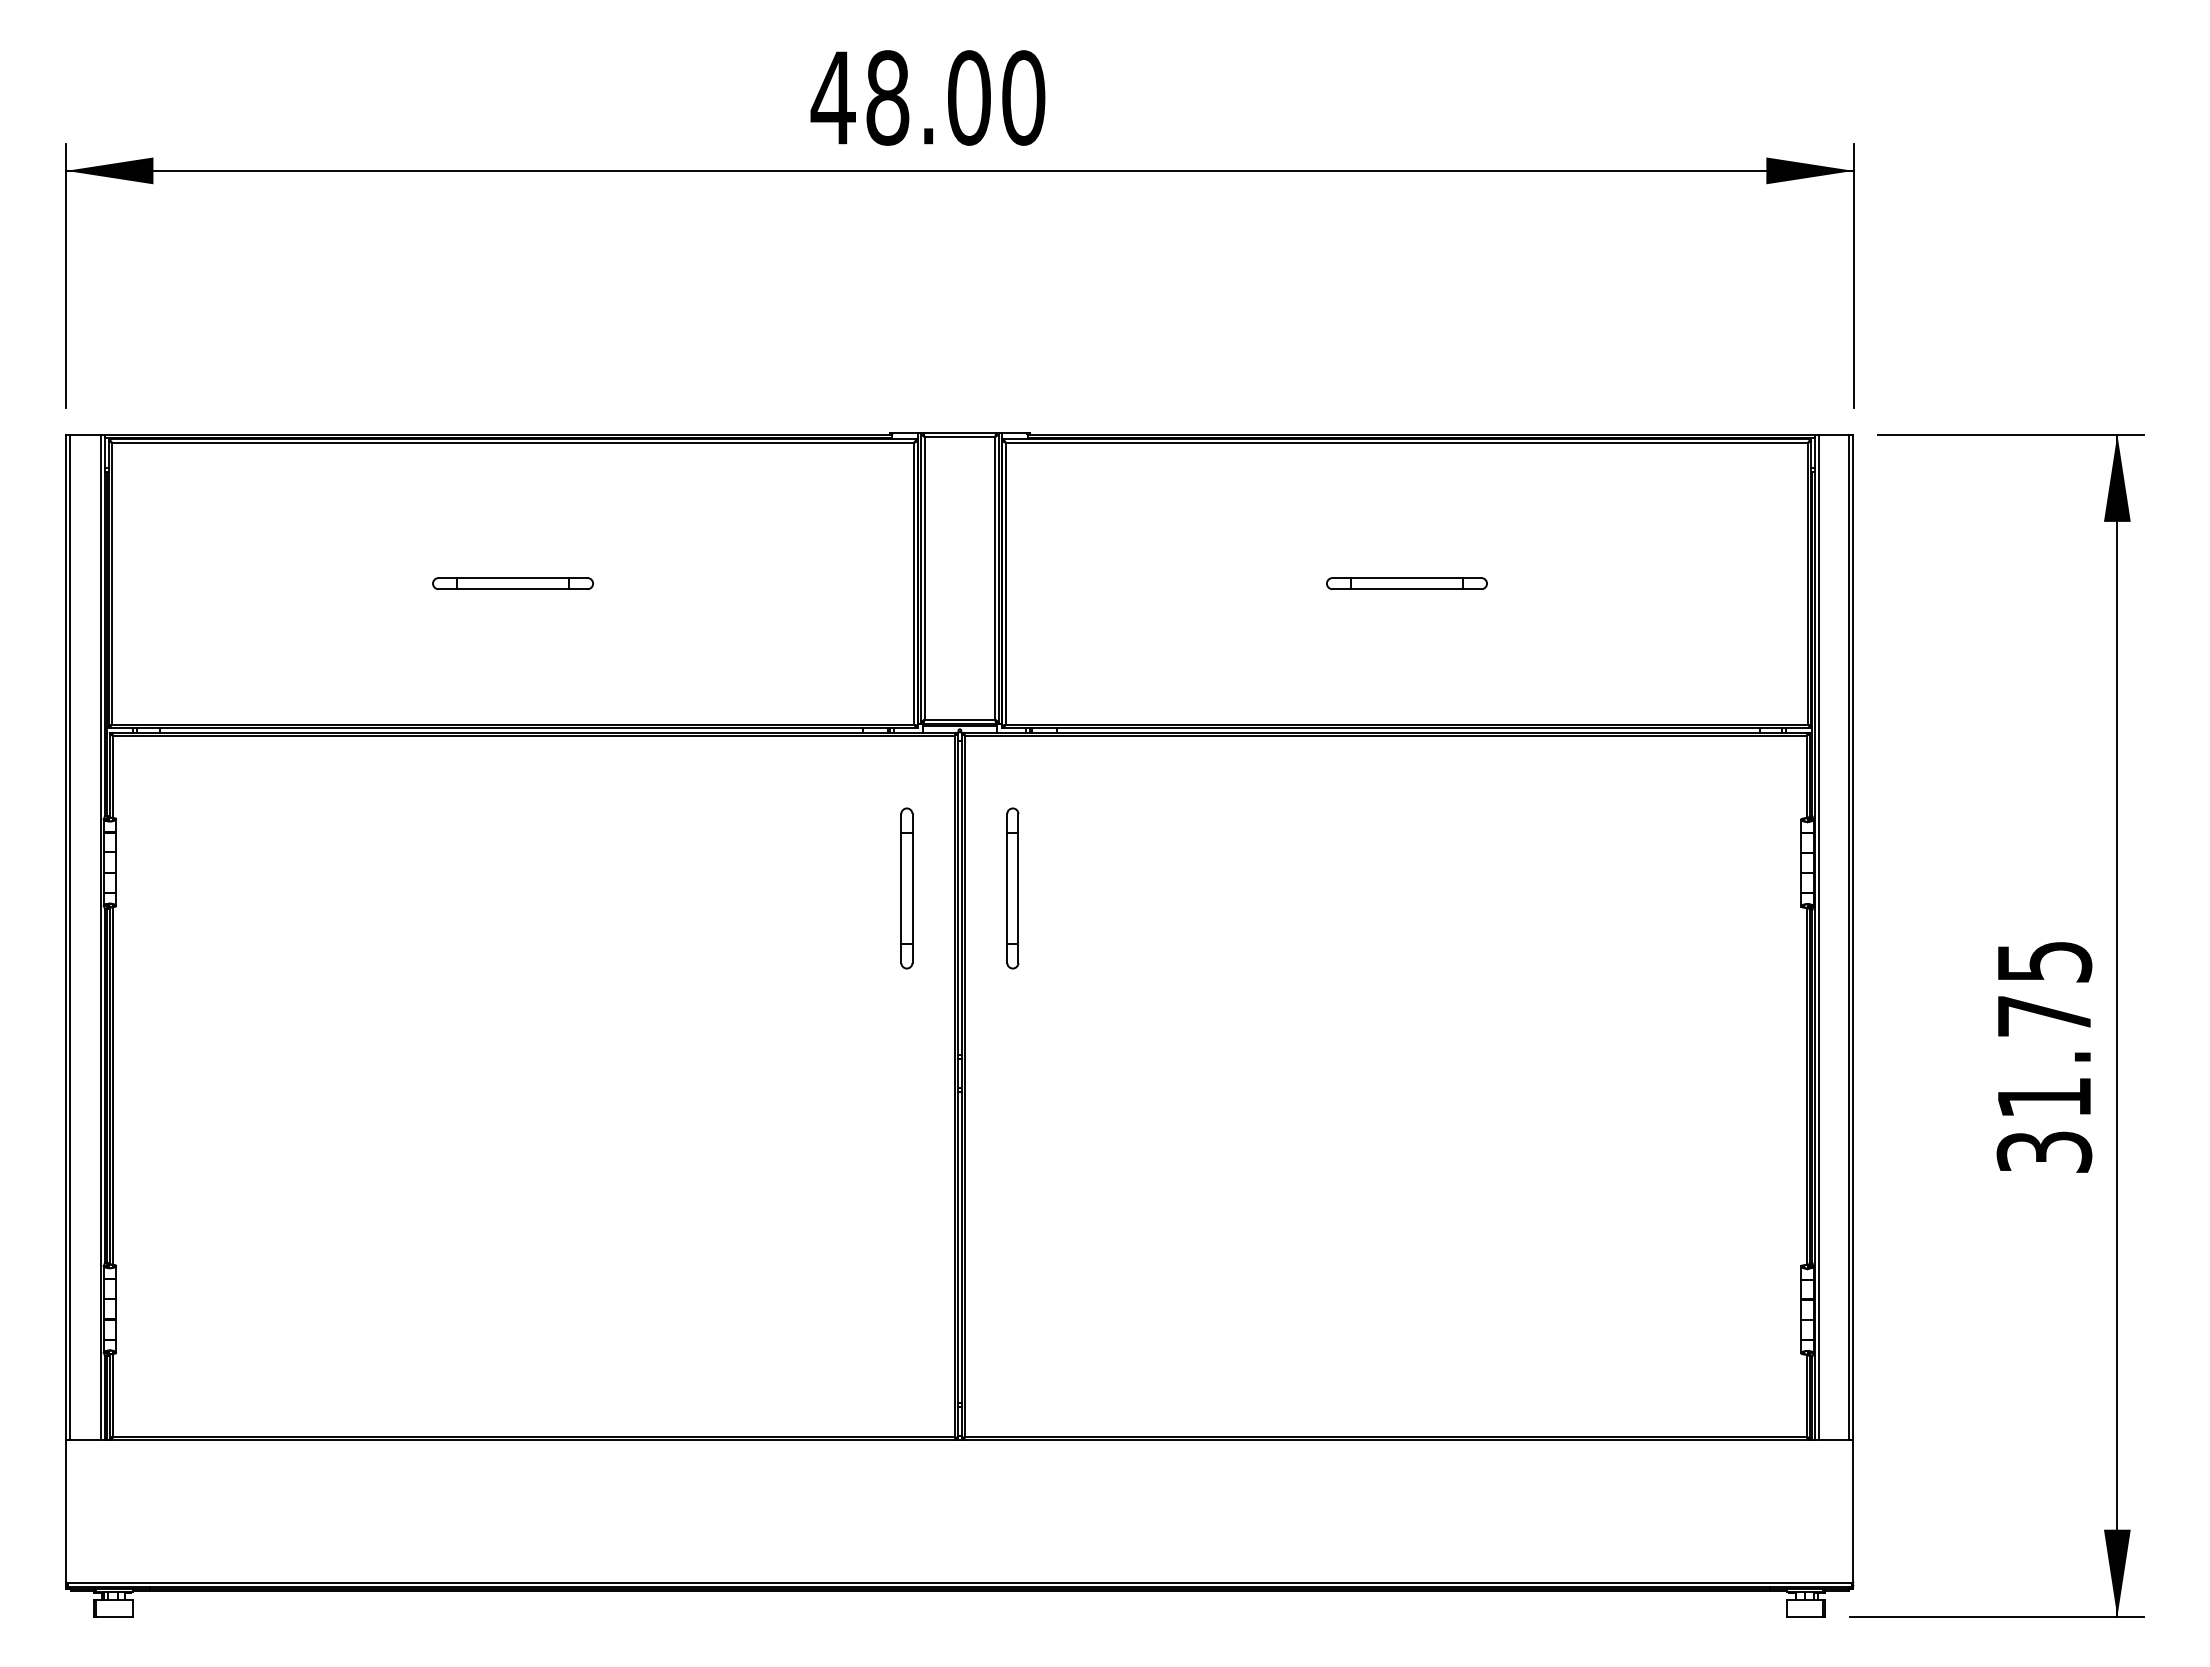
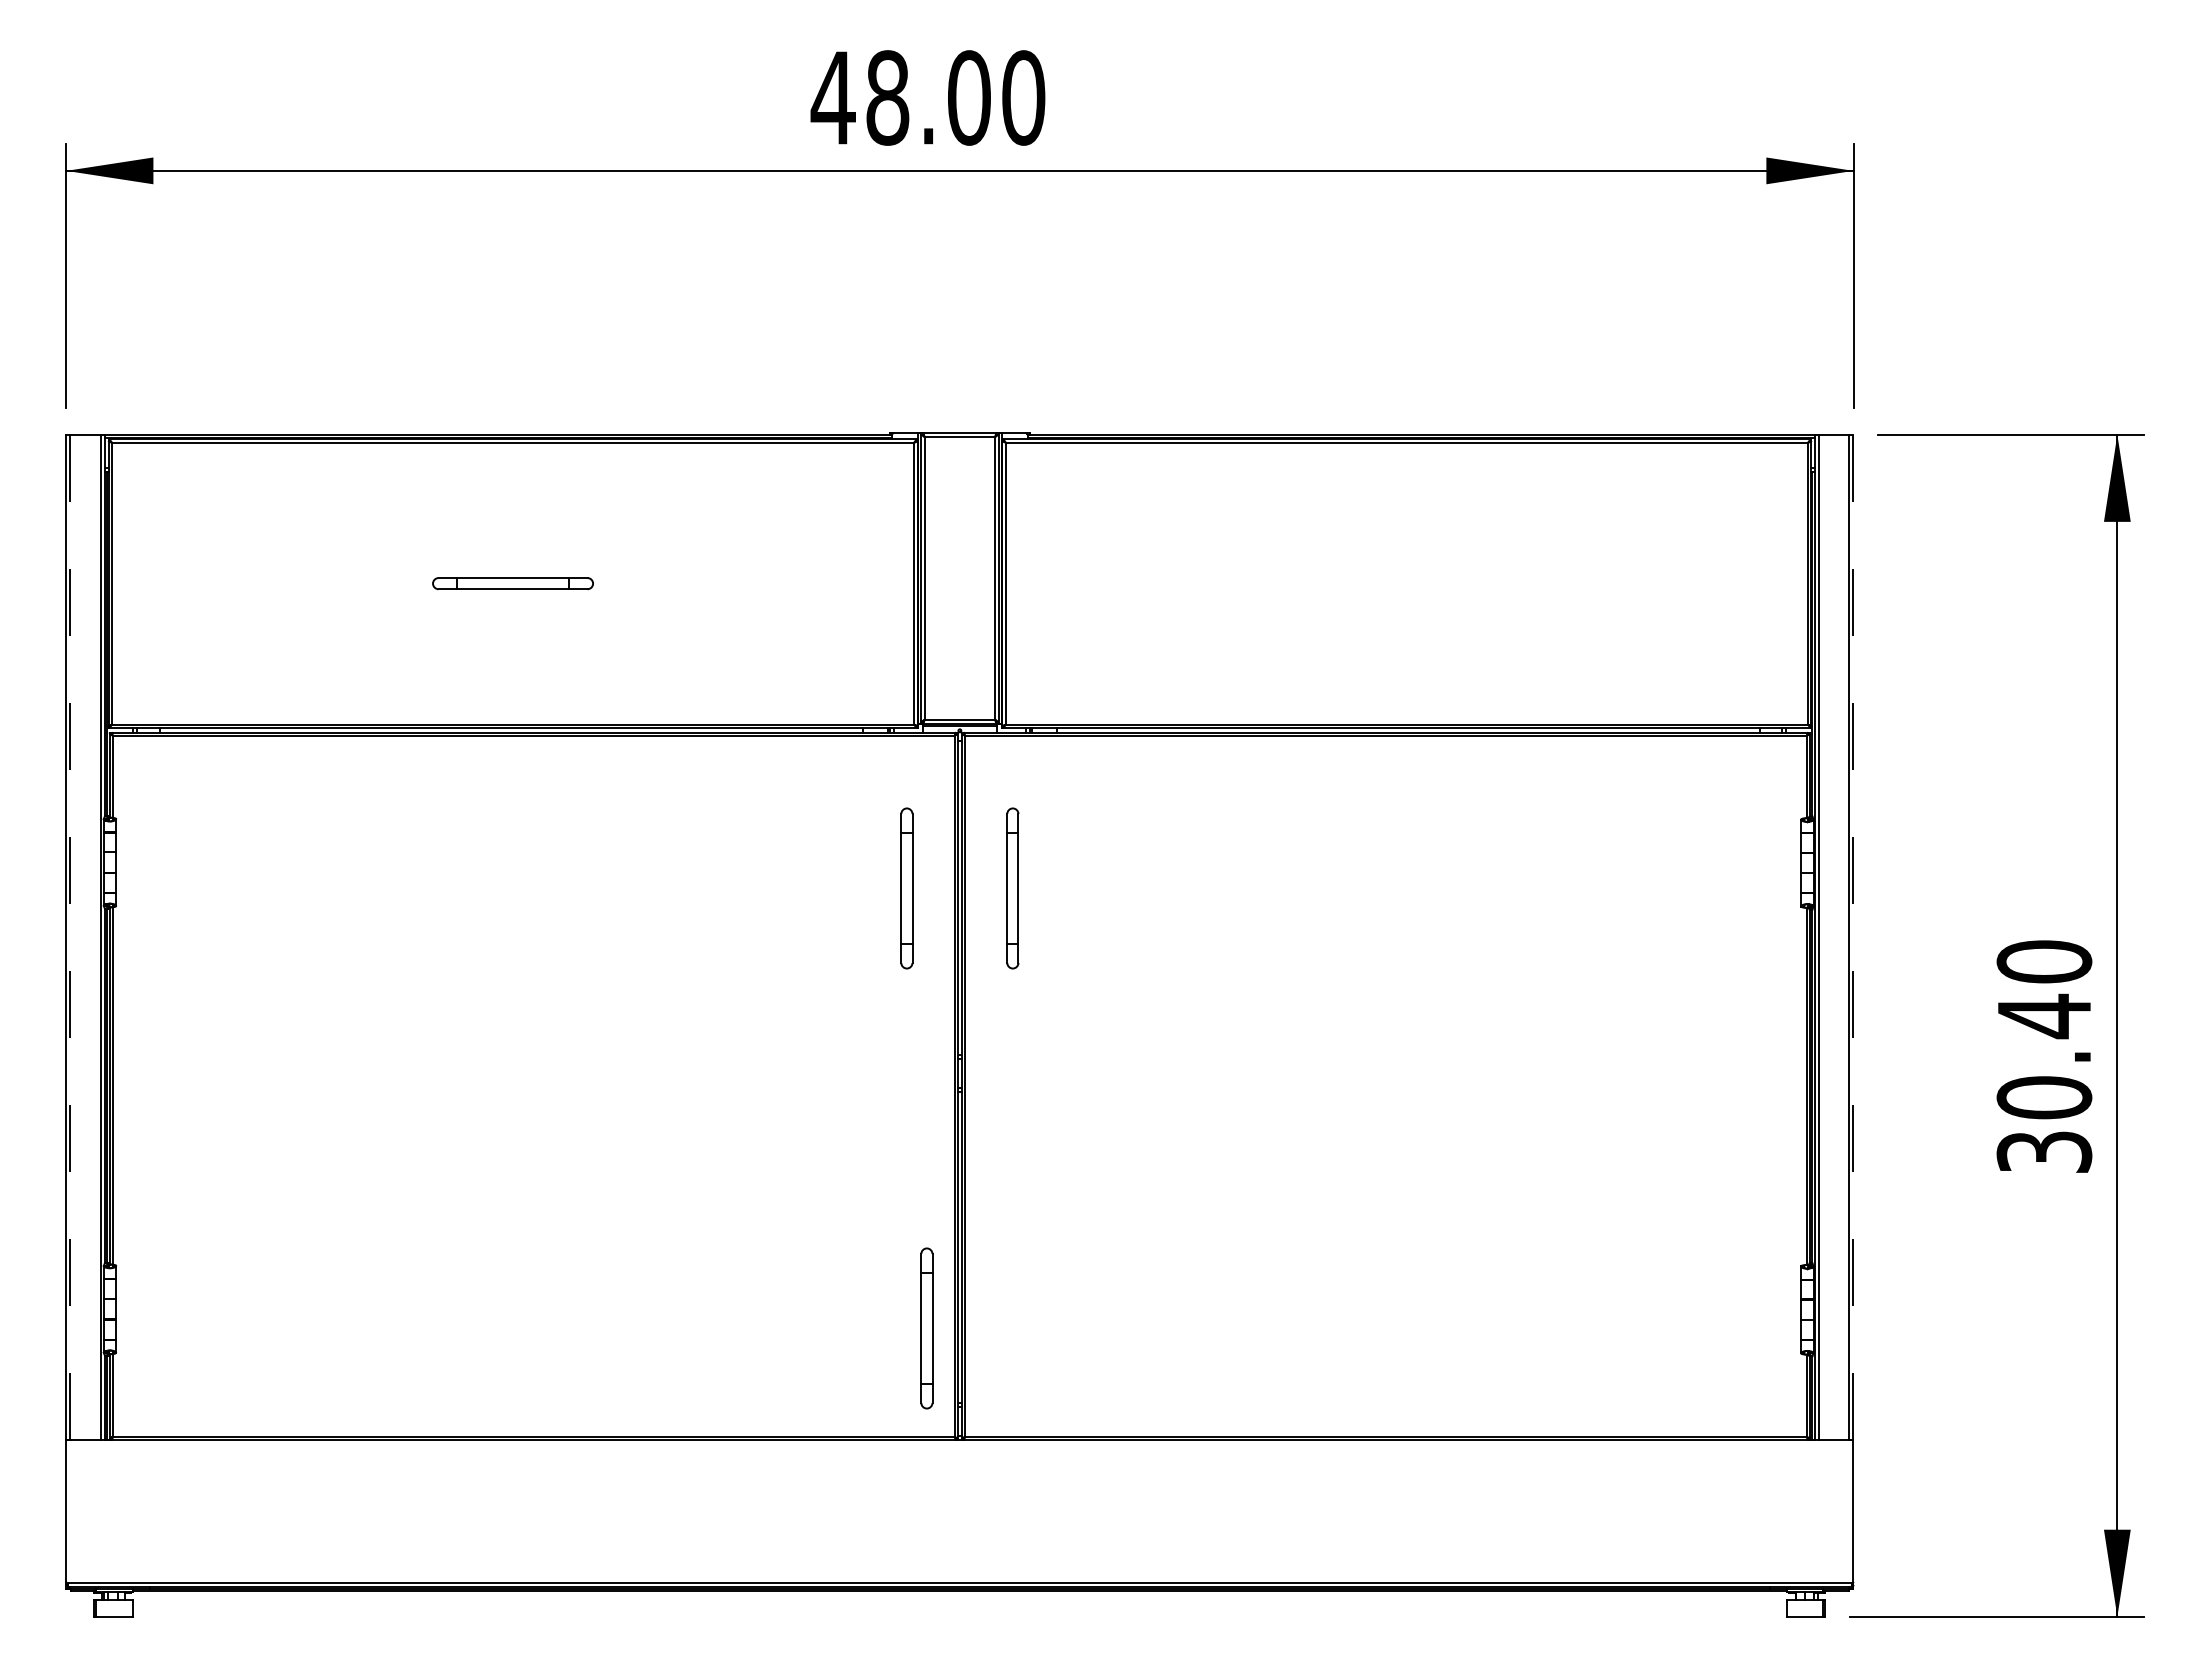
part at (1406, 583): present -> none
line at (70, 937): solid -> dashed
line at (1853, 937): solid -> dashed
text at (2044, 1029): 31.75 -> 30.40
part at (926, 1328): none -> present
